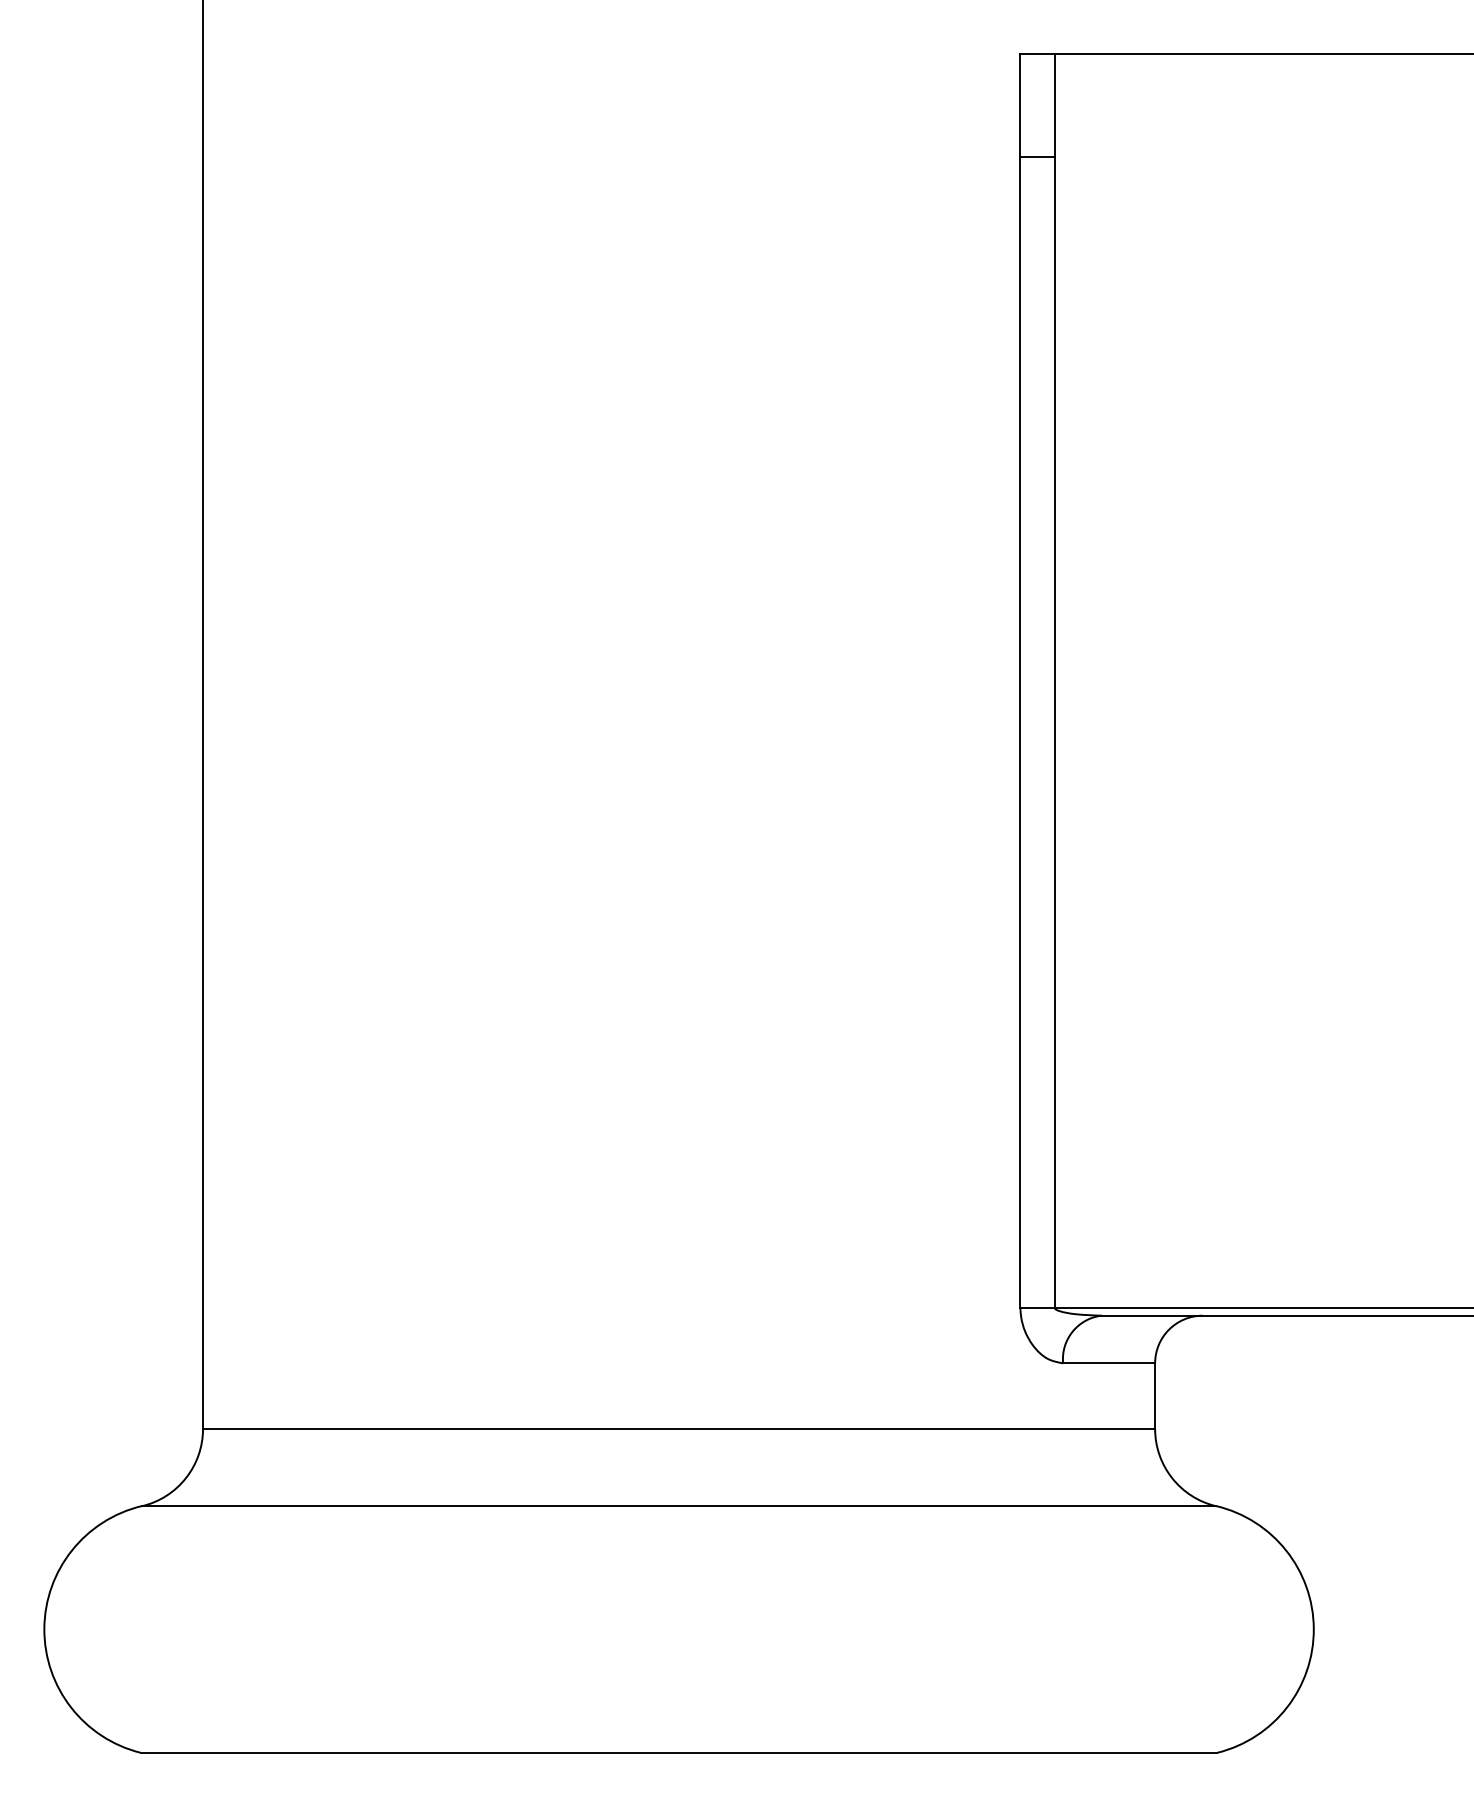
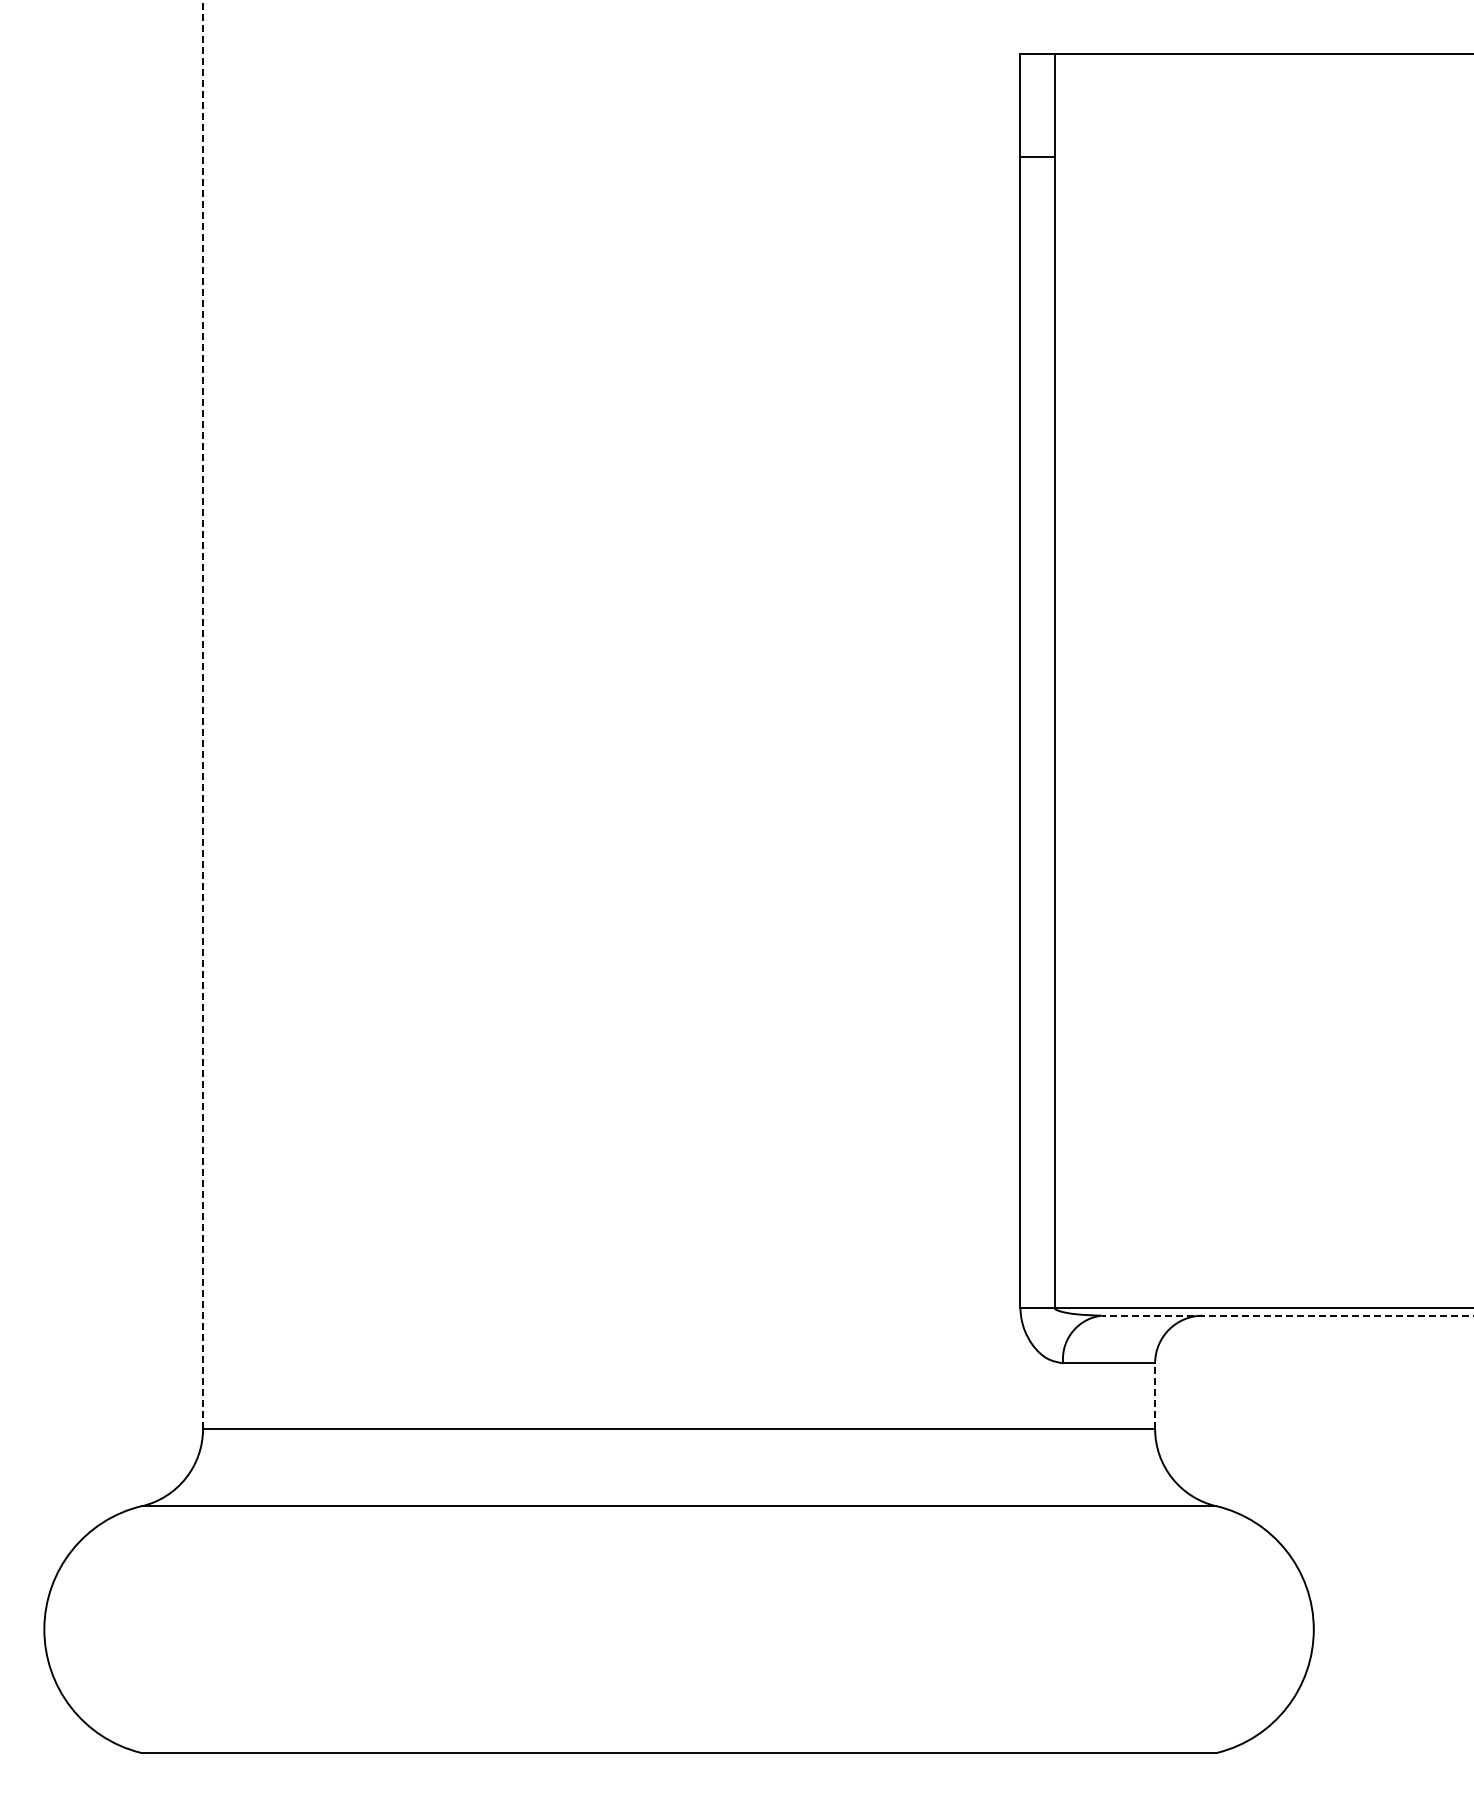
line at (203, 715): solid -> dashed
line at (1287, 1315): solid -> dashed
line at (1155, 1396): solid -> dashed
